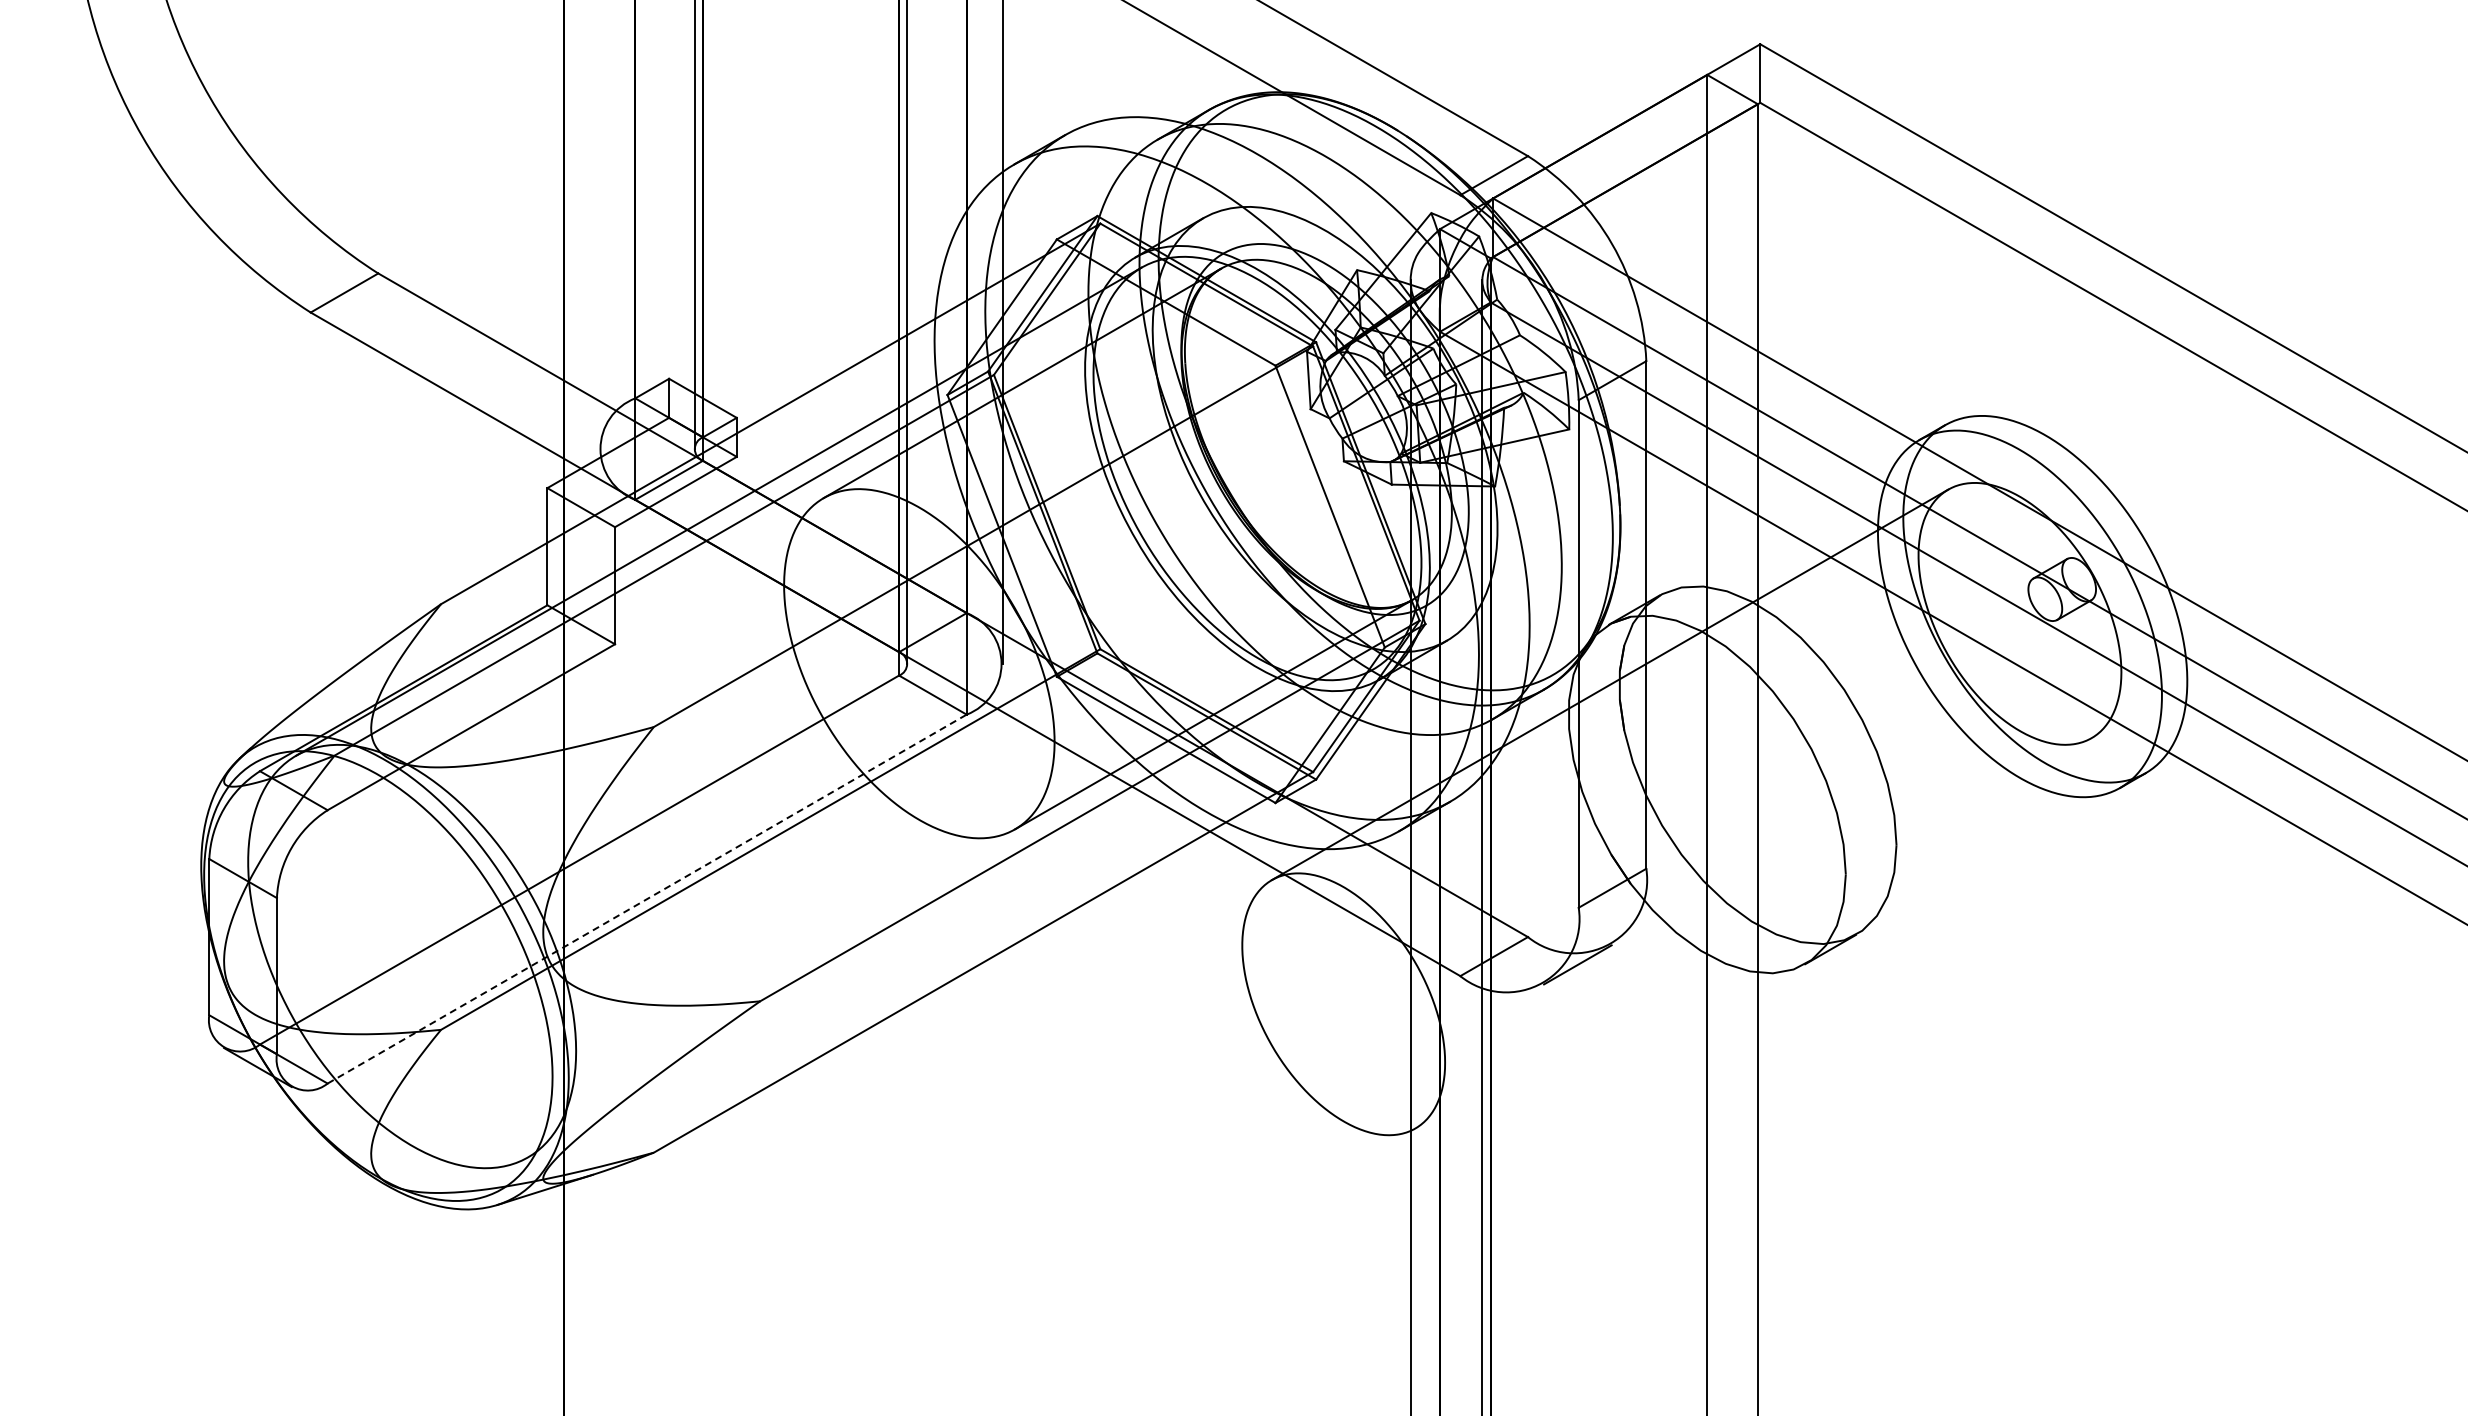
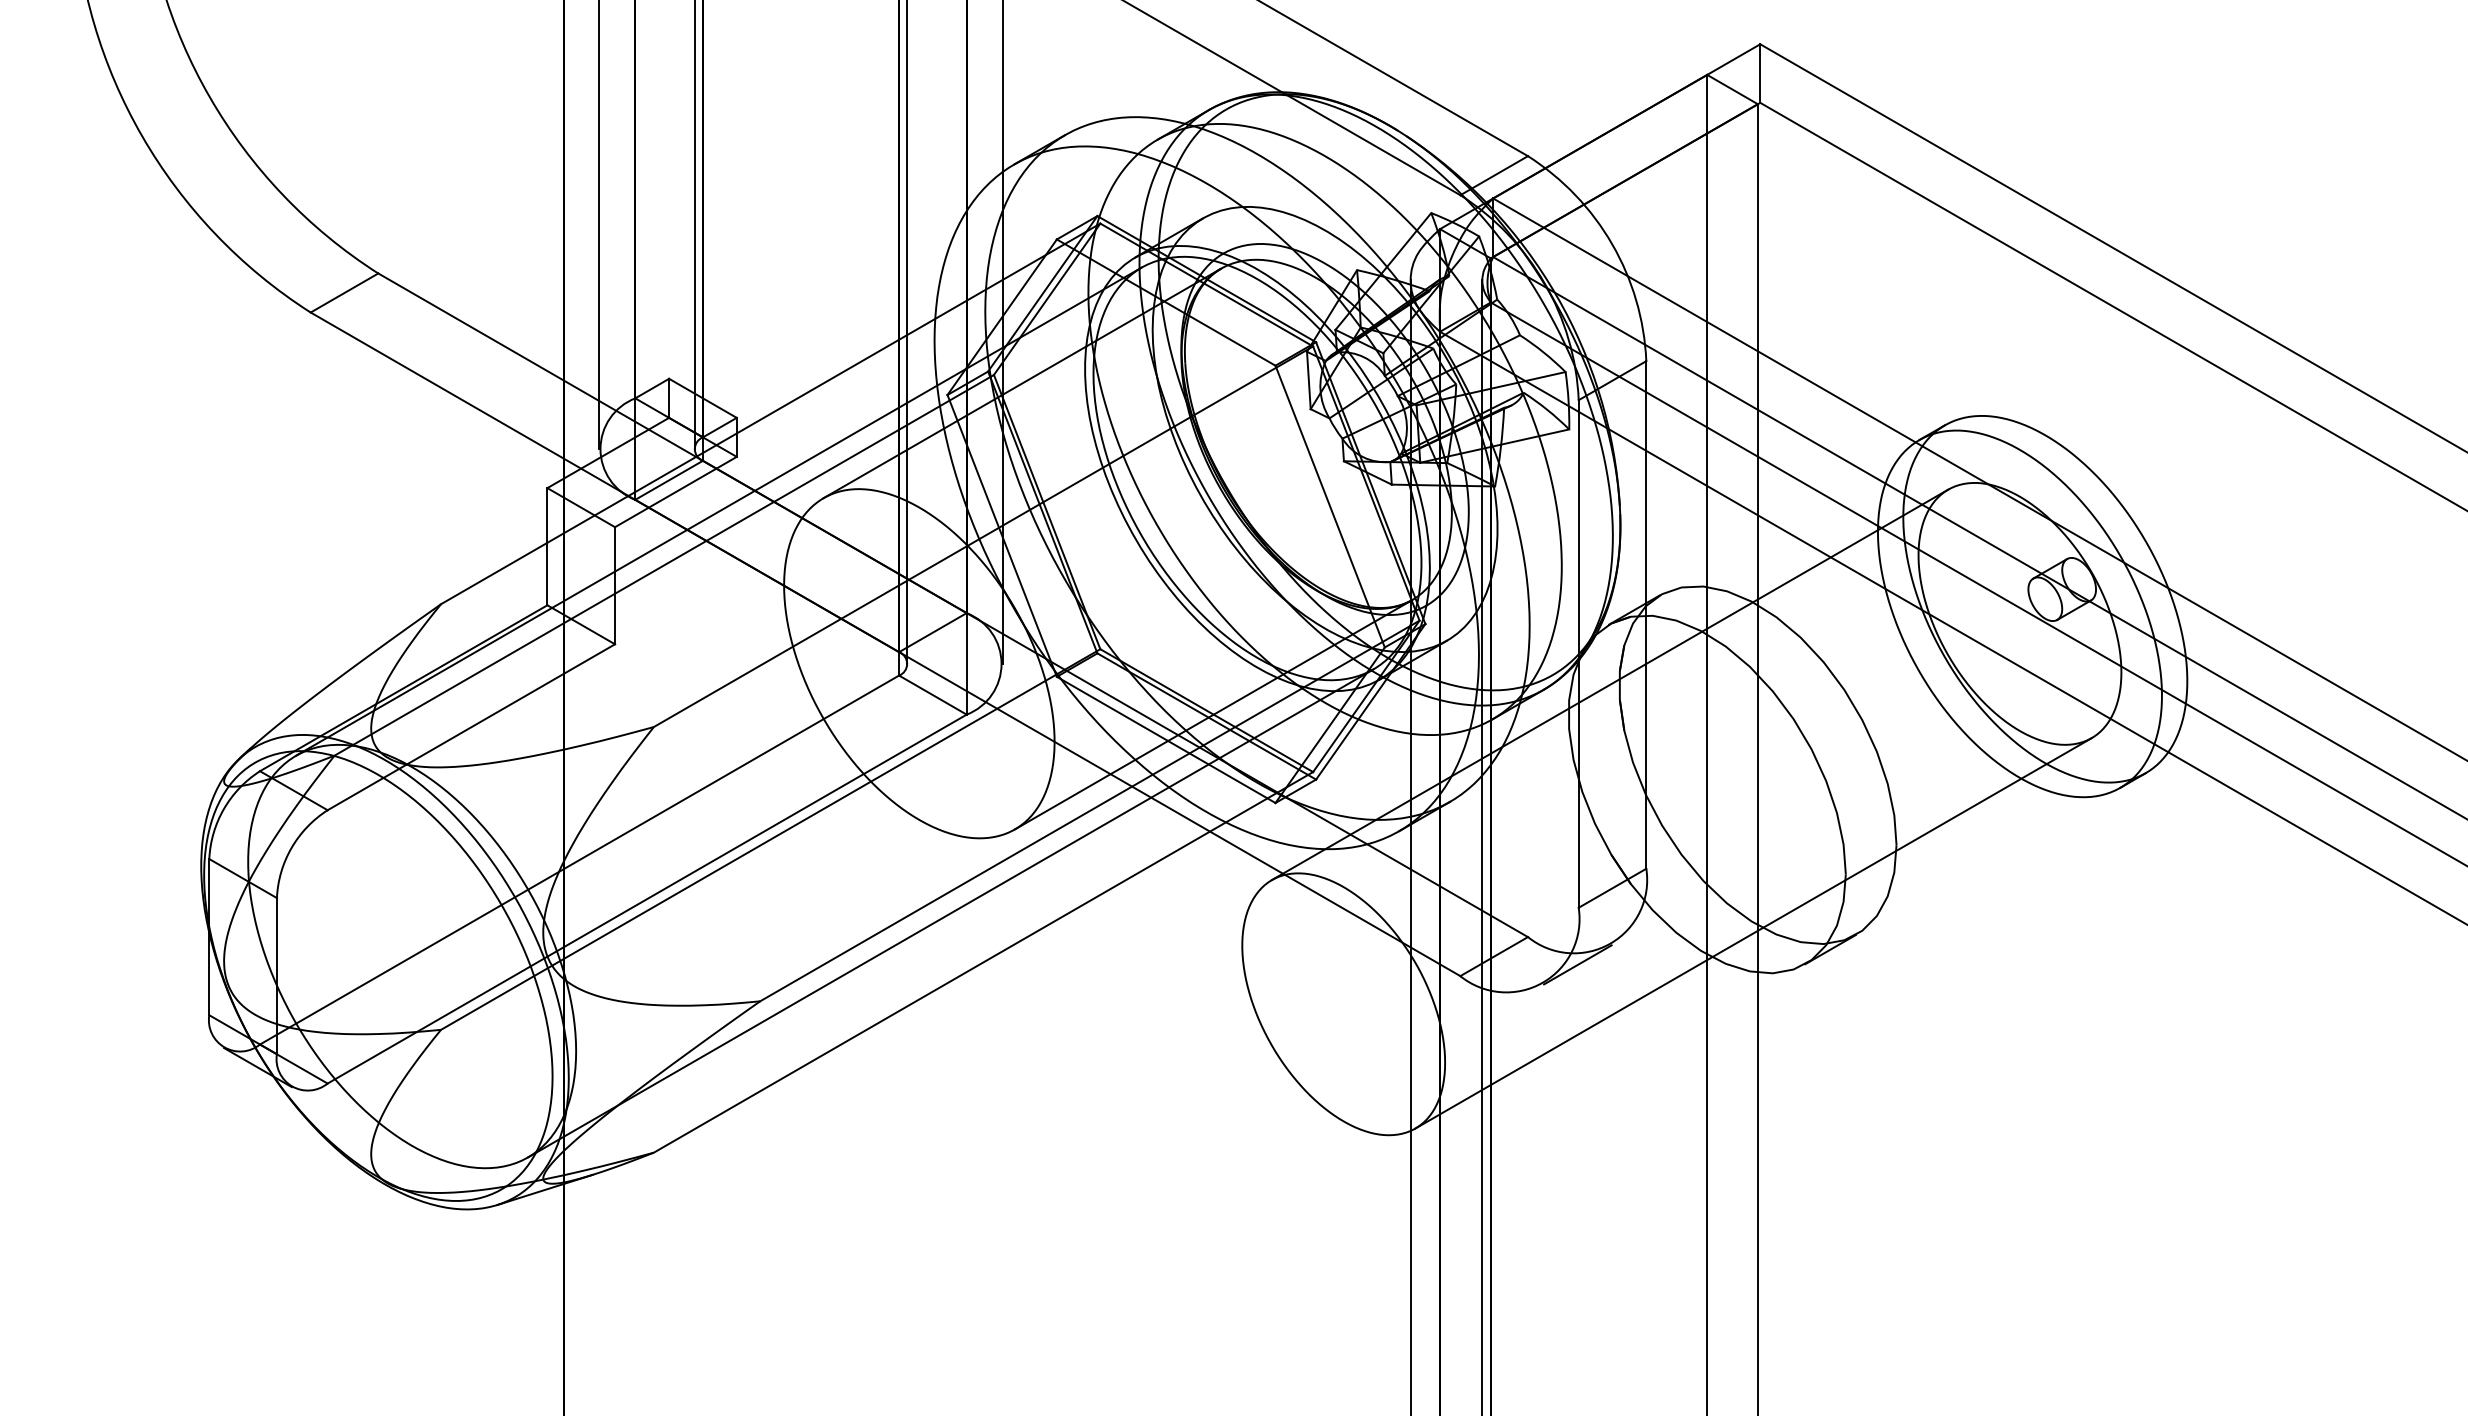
line at (598, 225): none -> present
line at (647, 899): dashed -> solid
line at (950, 913): none -> present
line at (1753, 933): none -> present
